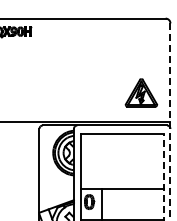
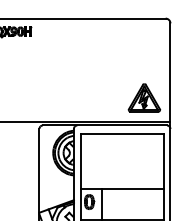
part at (141, 92) position: (141, 92) -> (144, 97)
line at (170, 121): dashed -> solid
line at (163, 177): dashed -> solid
